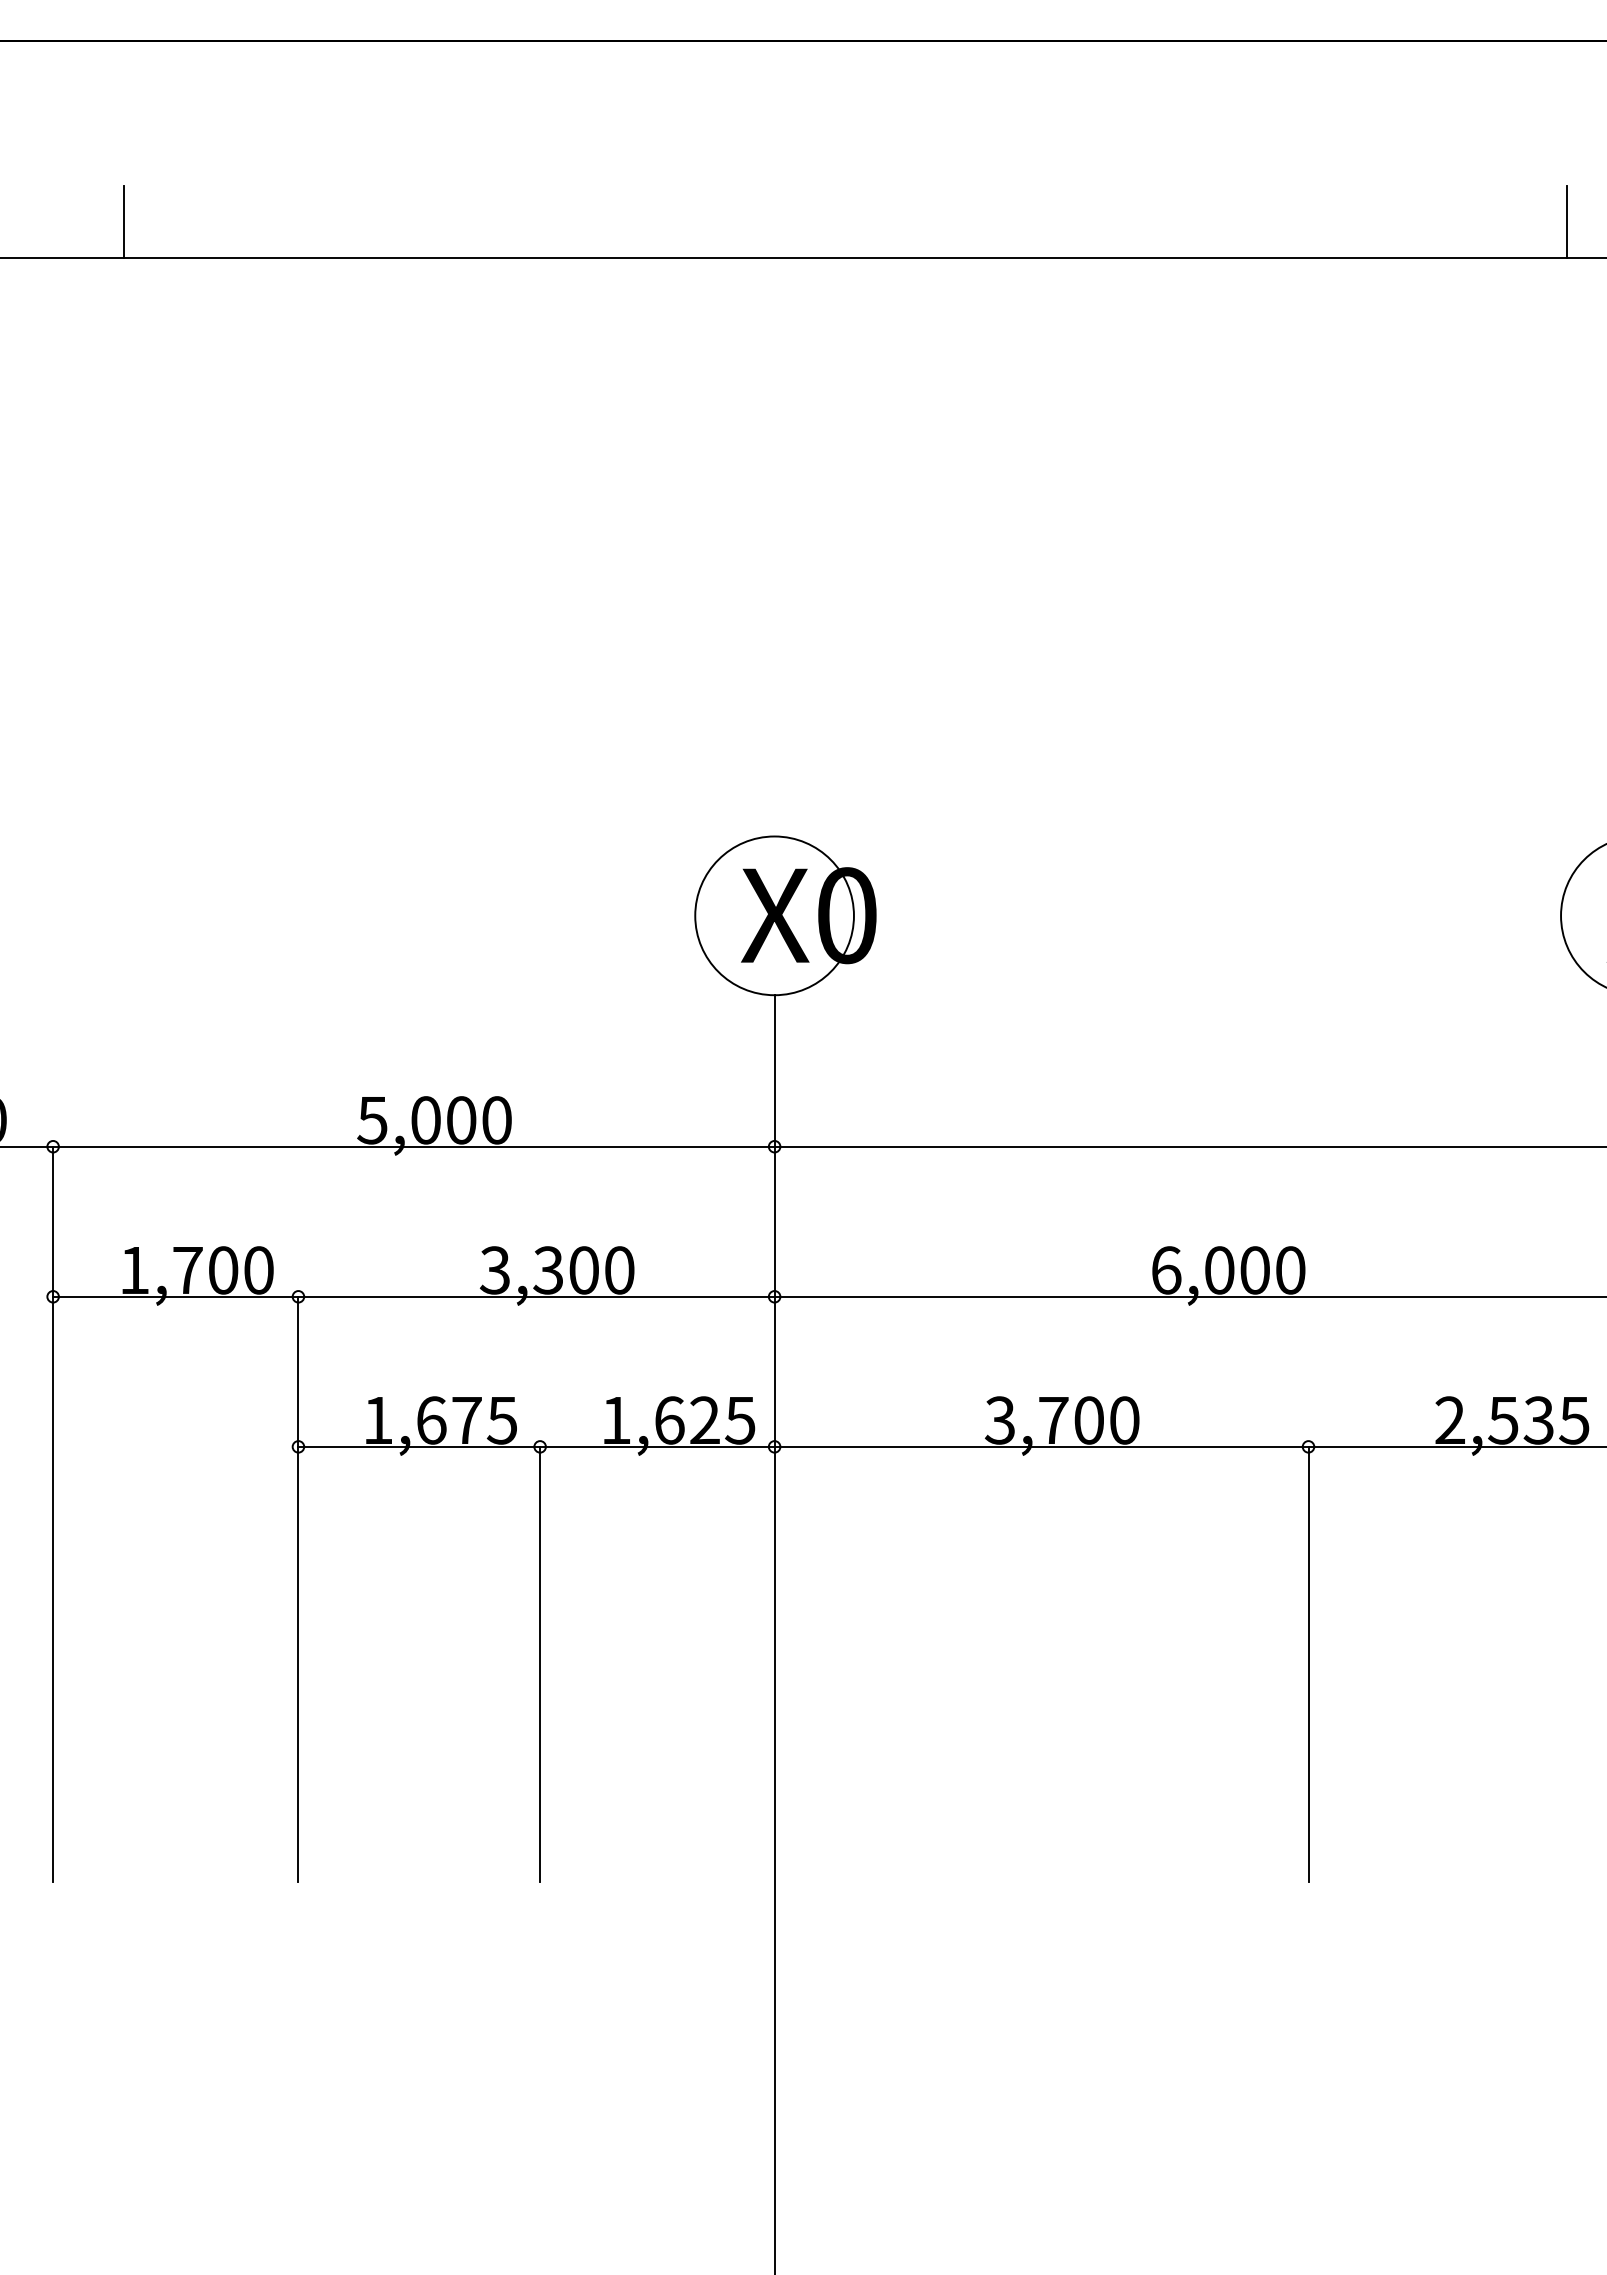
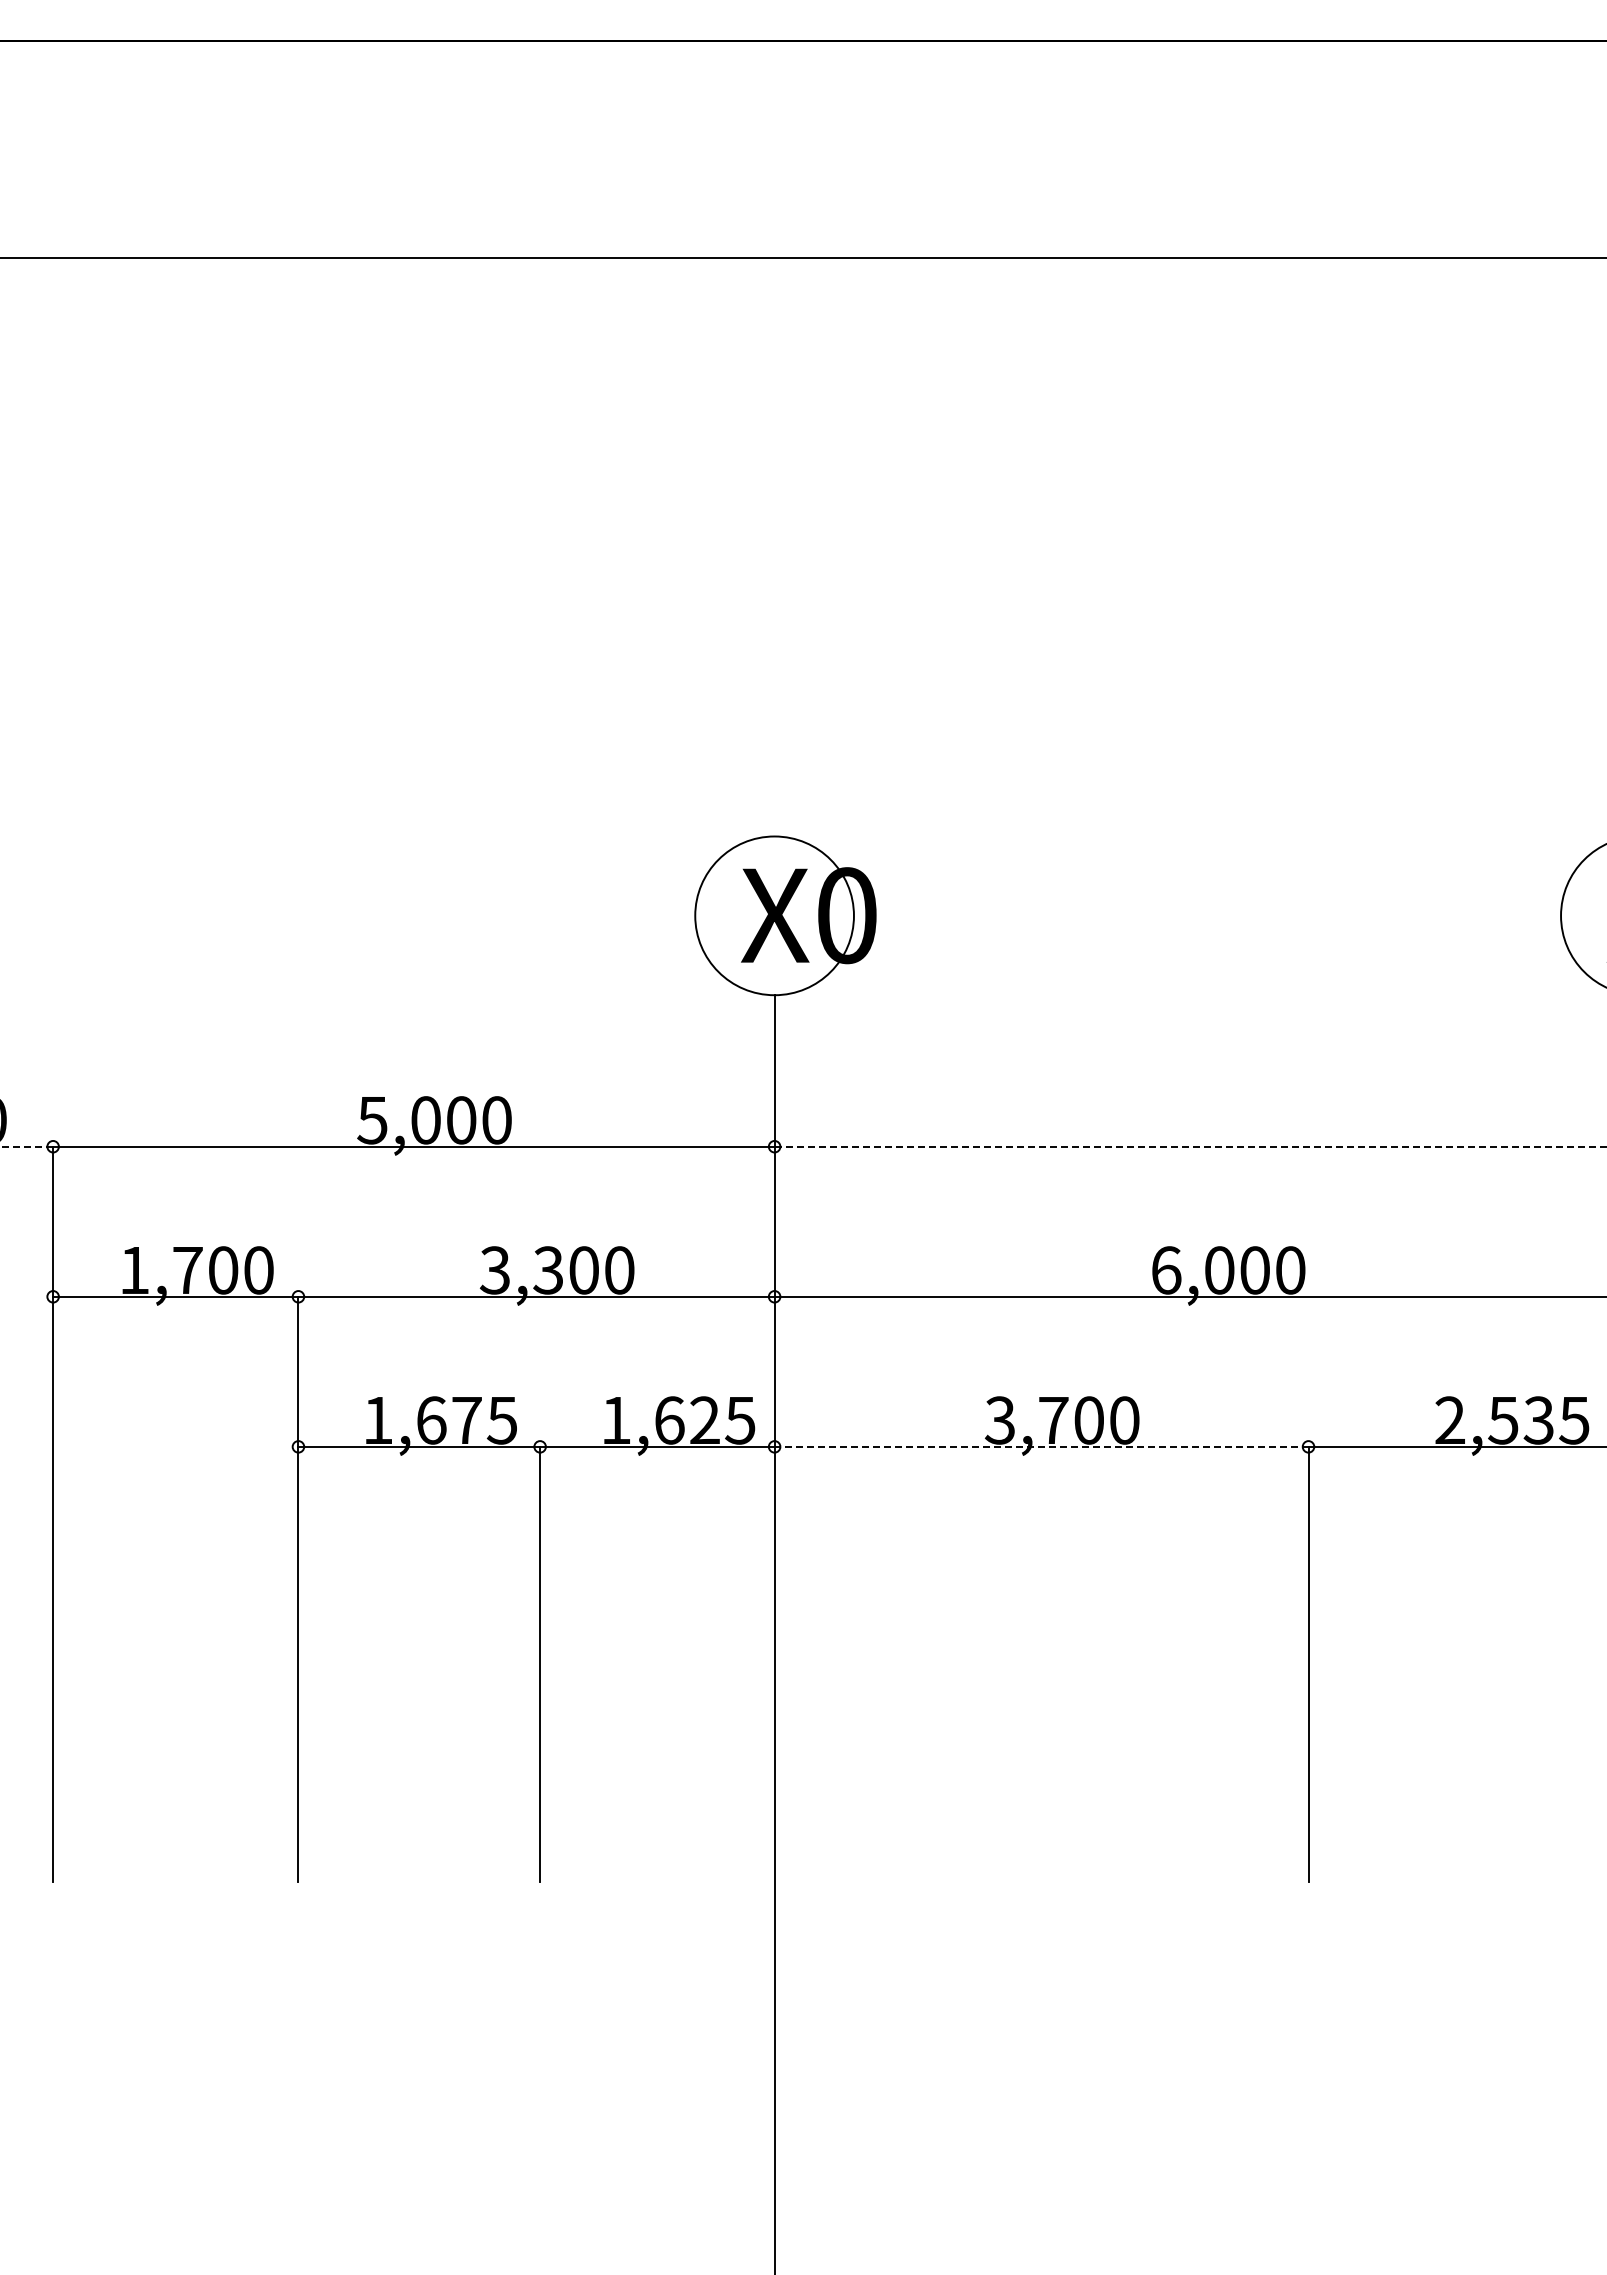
line at (124, 221): present -> none
line at (1567, 221): present -> none
line at (26, 1146): solid -> dashed
line at (1190, 1146): solid -> dashed
line at (1041, 1446): solid -> dashed
